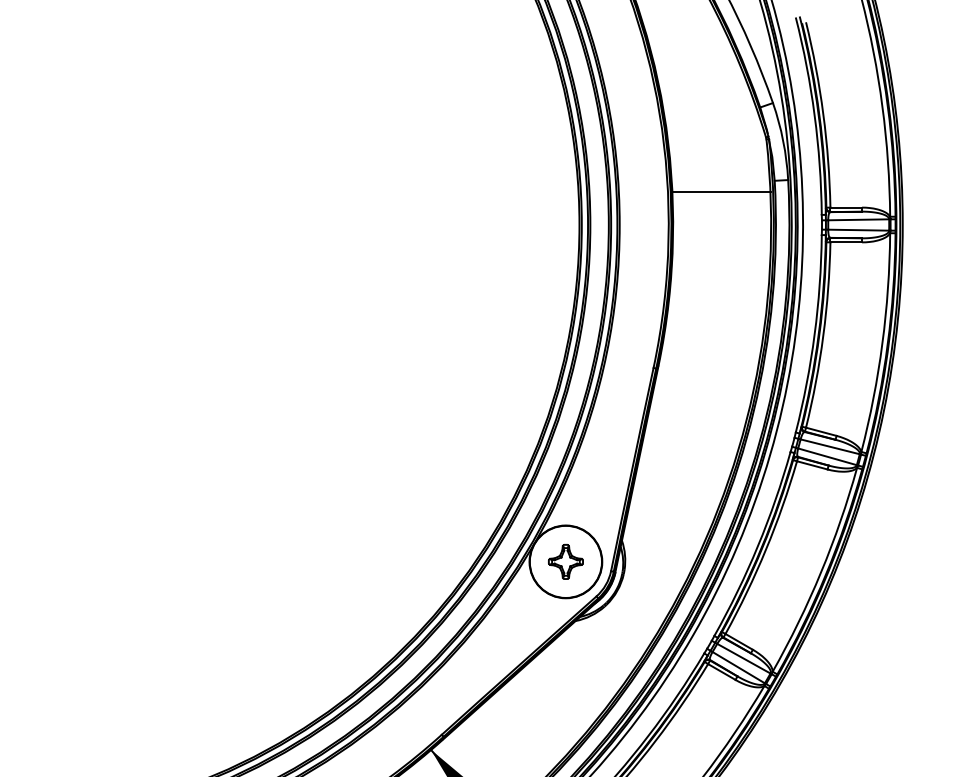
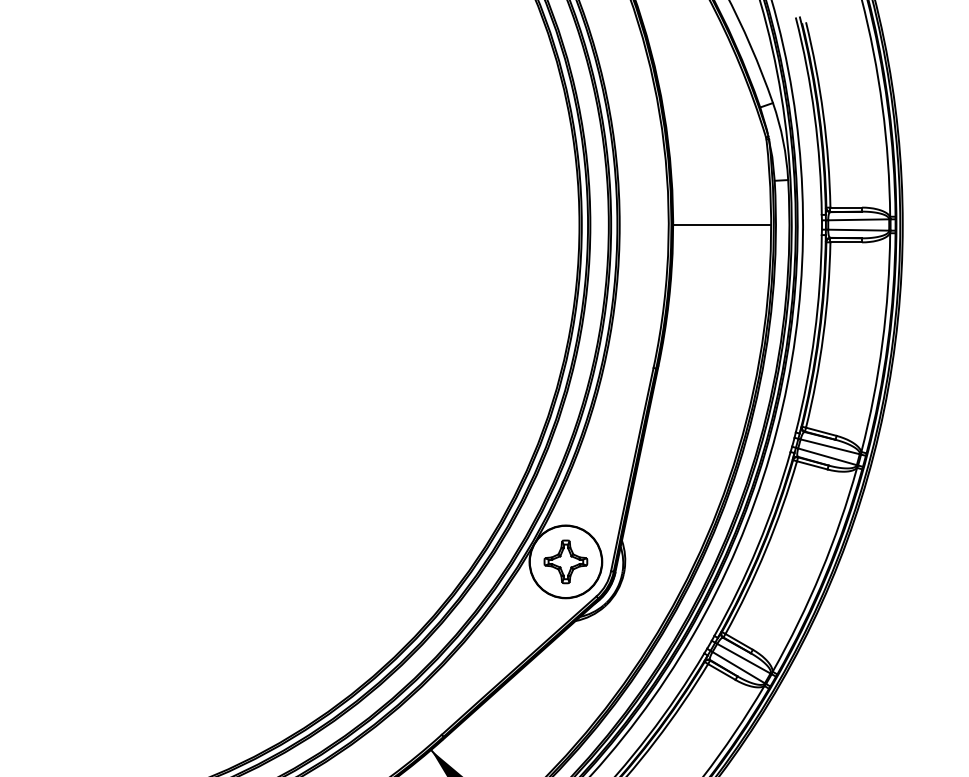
line at (721, 192) position: (721, 192) -> (721, 225)
part at (565, 561) size: 36x36 px -> 46x46 px
